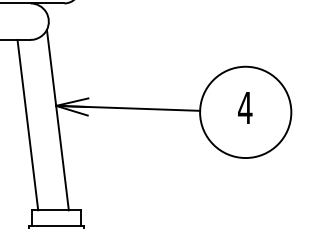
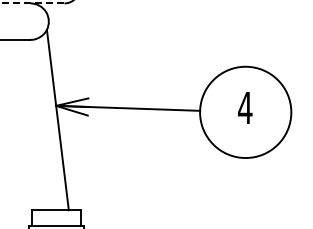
line at (32, 3): solid -> dashed
line at (27, 124): present -> none
